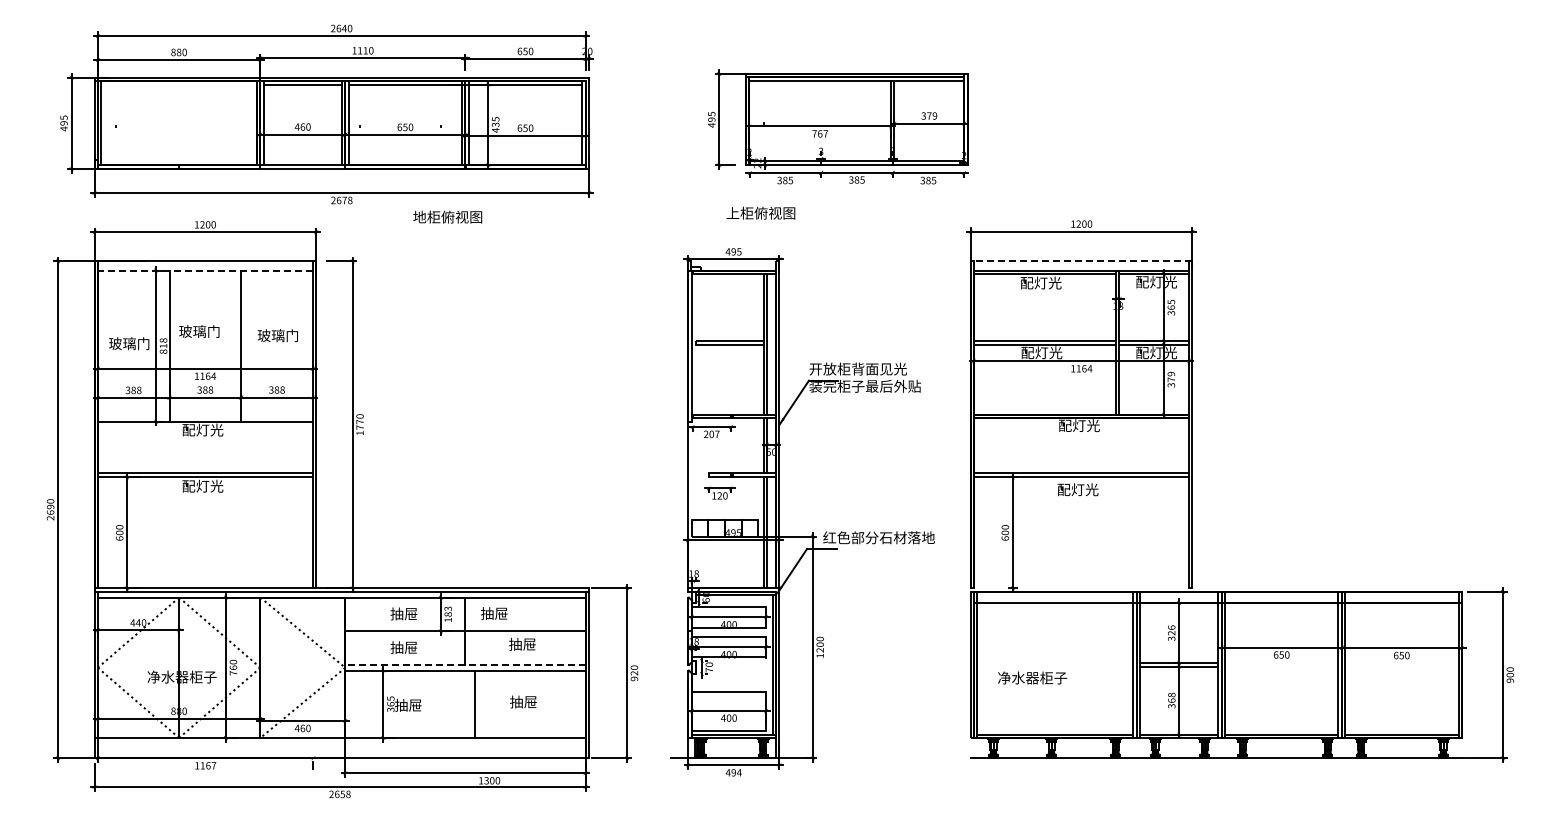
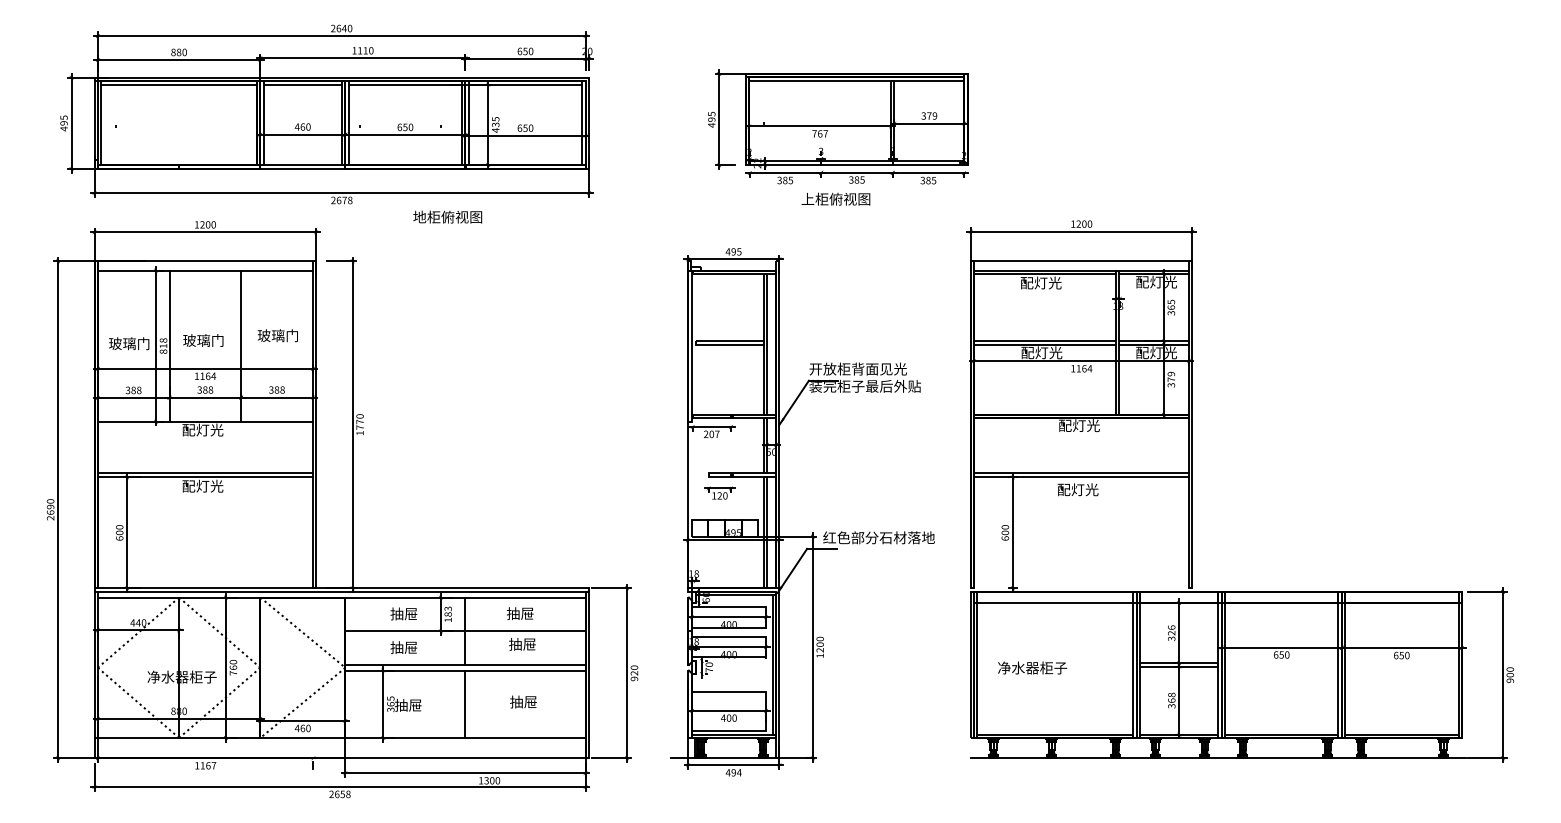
line at (179, 84): none -> present
text at (760, 212) position: (760, 212) -> (835, 198)
line at (1081, 261): dashed -> solid
line at (205, 270): dashed -> solid
text at (199, 331) position: (199, 331) -> (203, 340)
text at (494, 613) position: (494, 613) -> (520, 613)
line at (464, 665): dashed -> solid
text at (1032, 677) position: (1032, 677) -> (1032, 667)
line at (475, 703) position: (475, 703) -> (465, 703)
